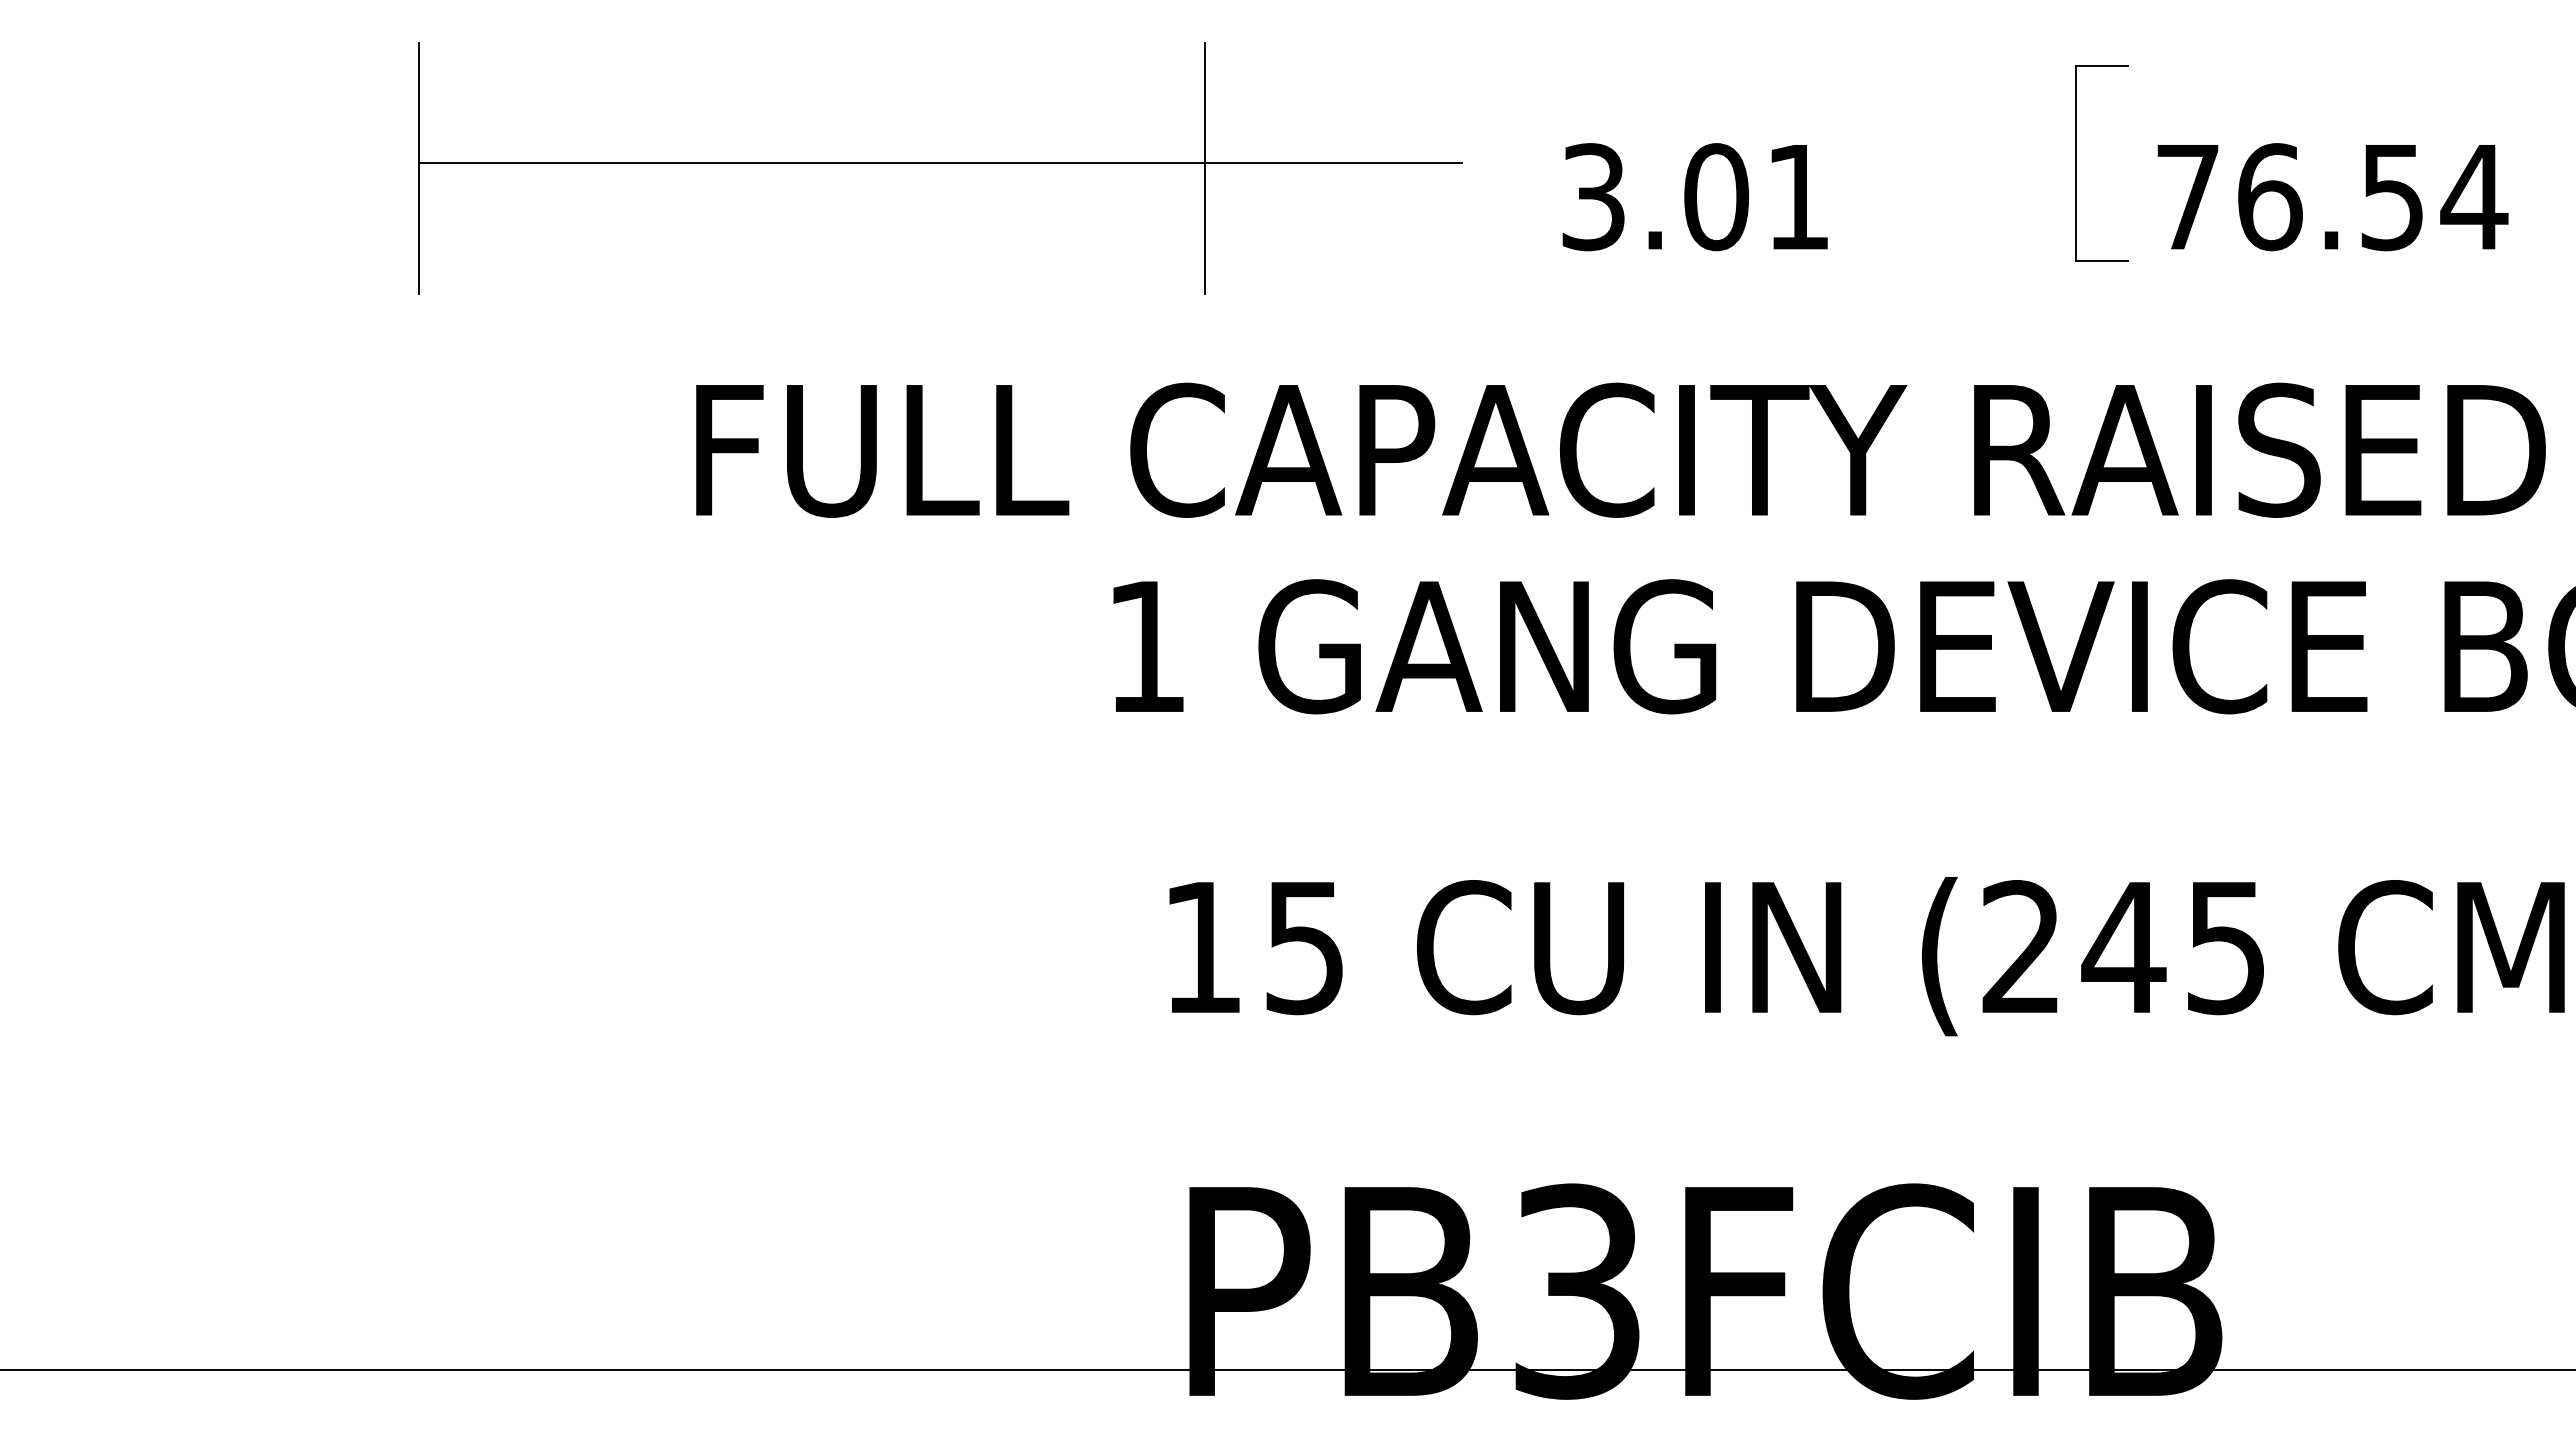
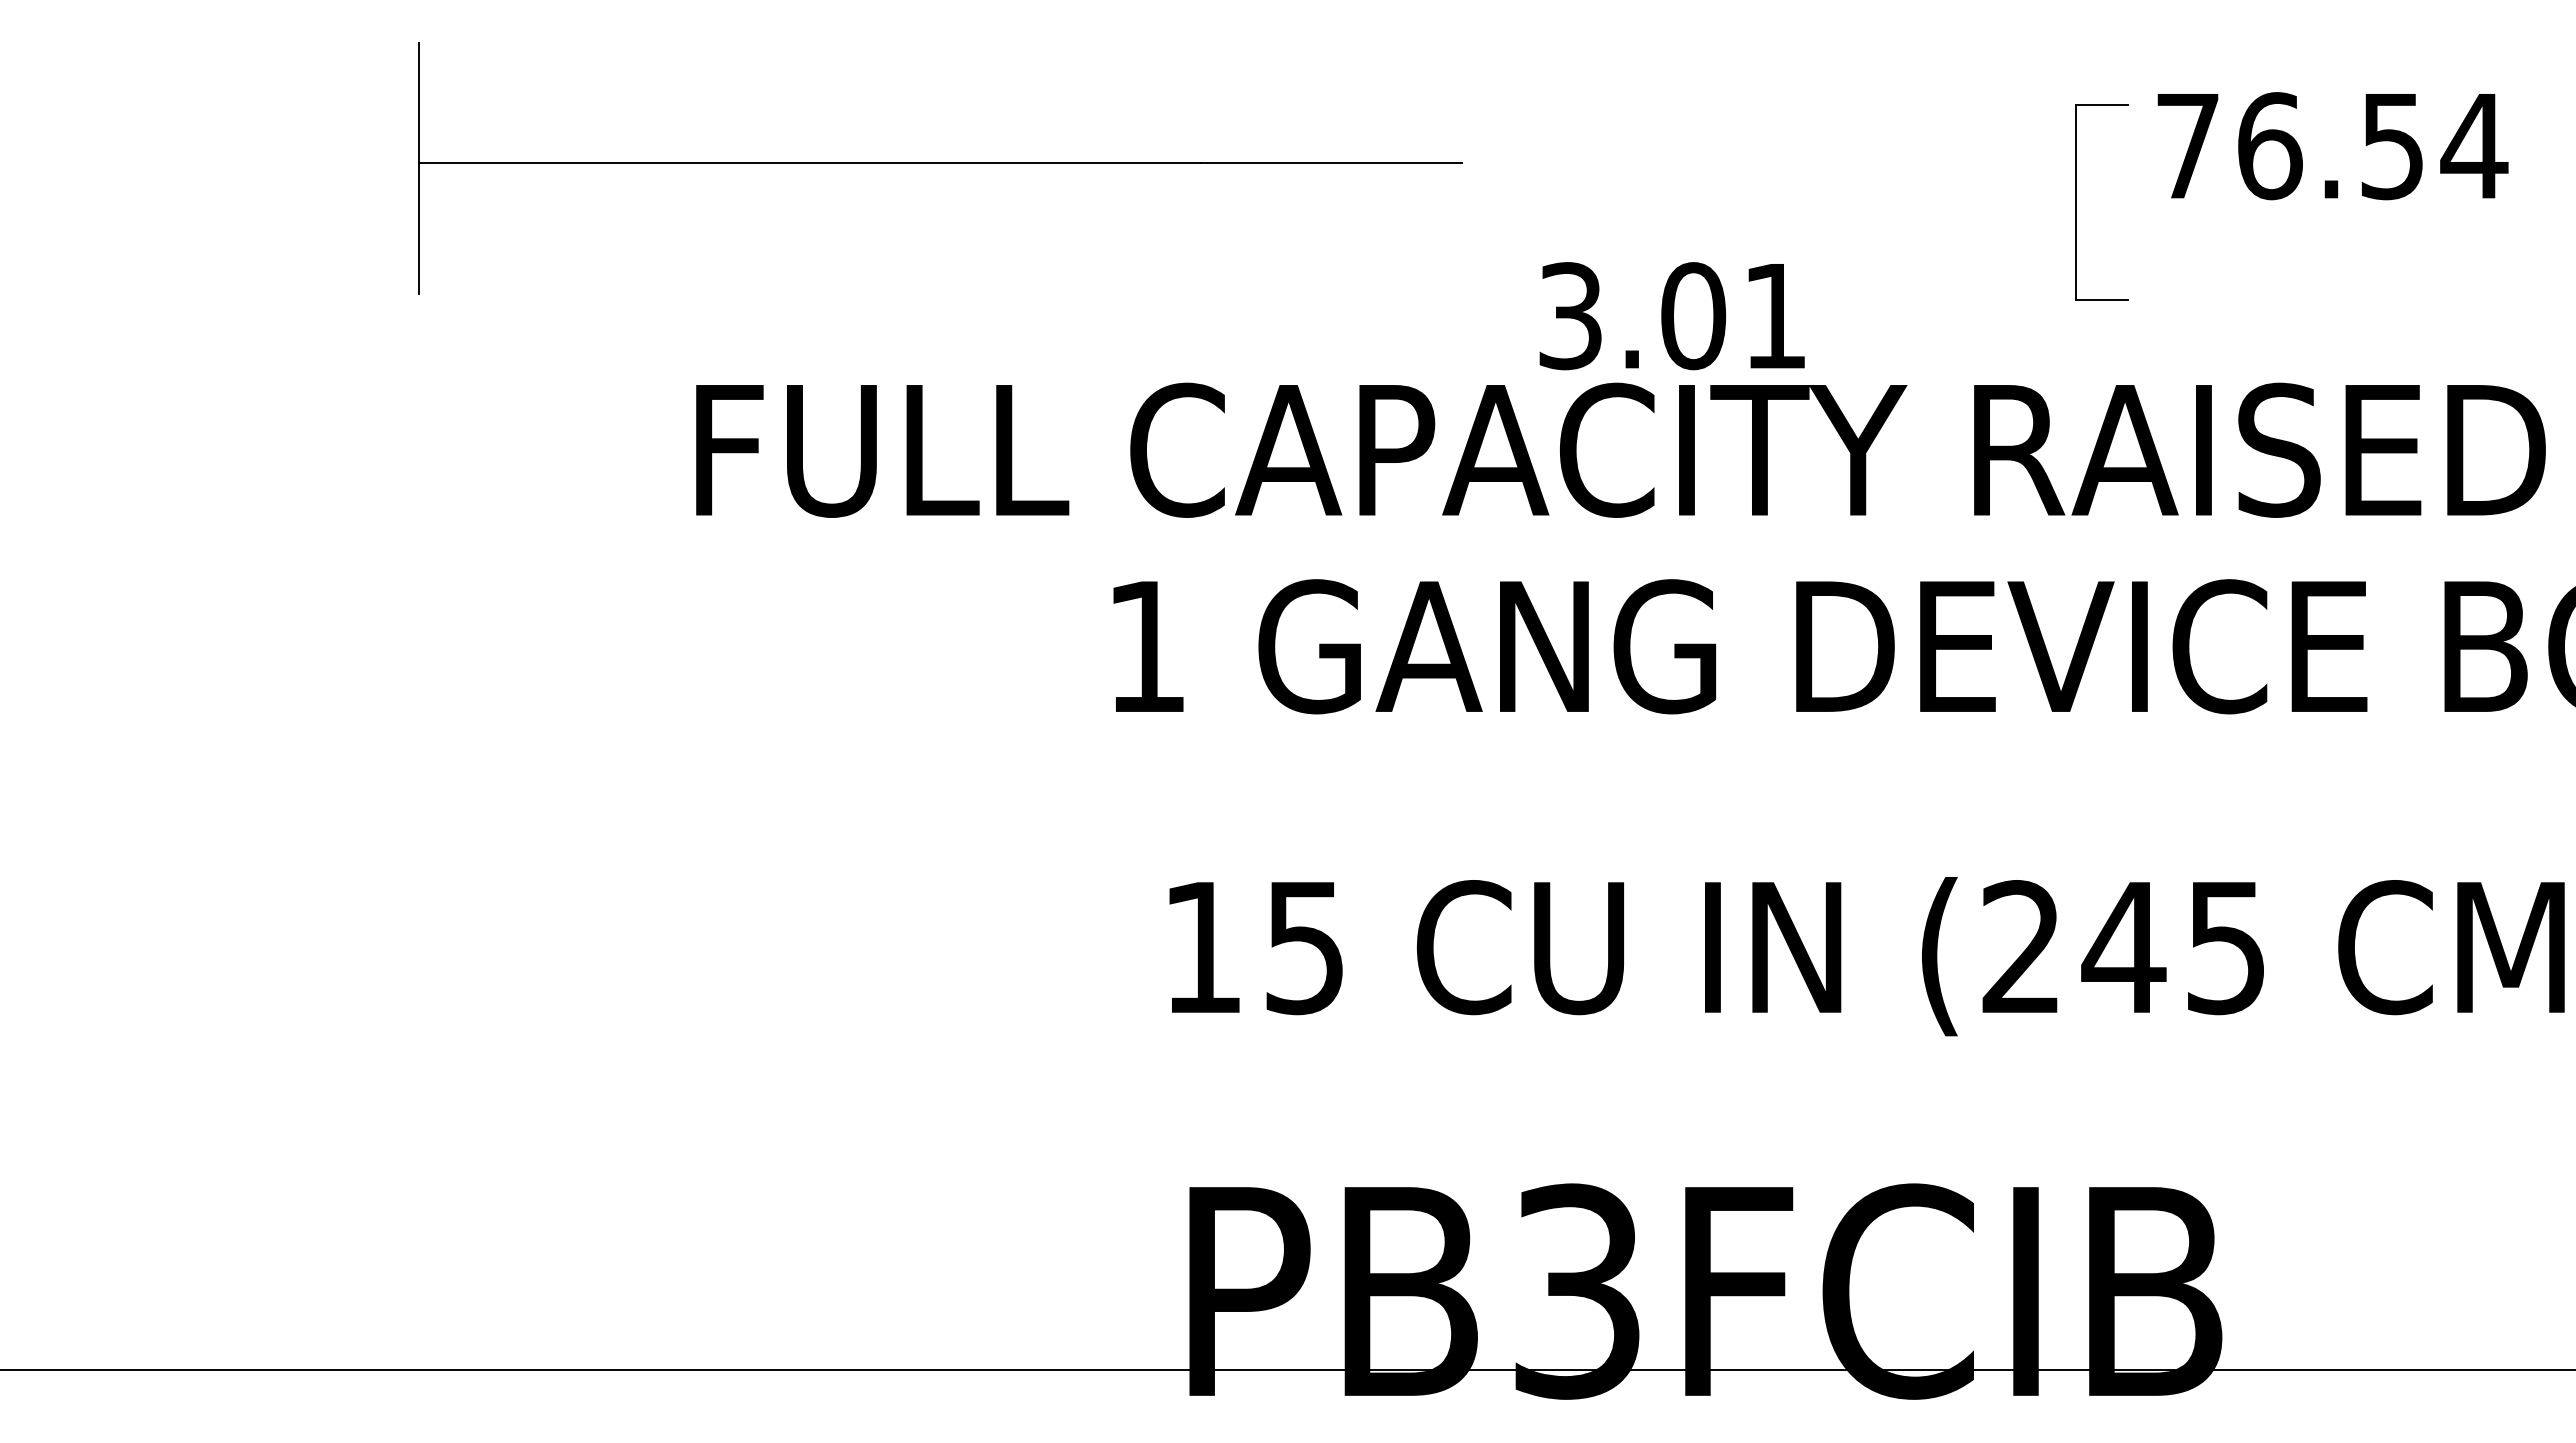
part at (2076, 163) position: (2076, 163) -> (2076, 202)
line at (1204, 168): present -> none
text at (1694, 197) position: (1694, 197) -> (1671, 316)
text at (2332, 197) position: (2332, 197) -> (2332, 146)
